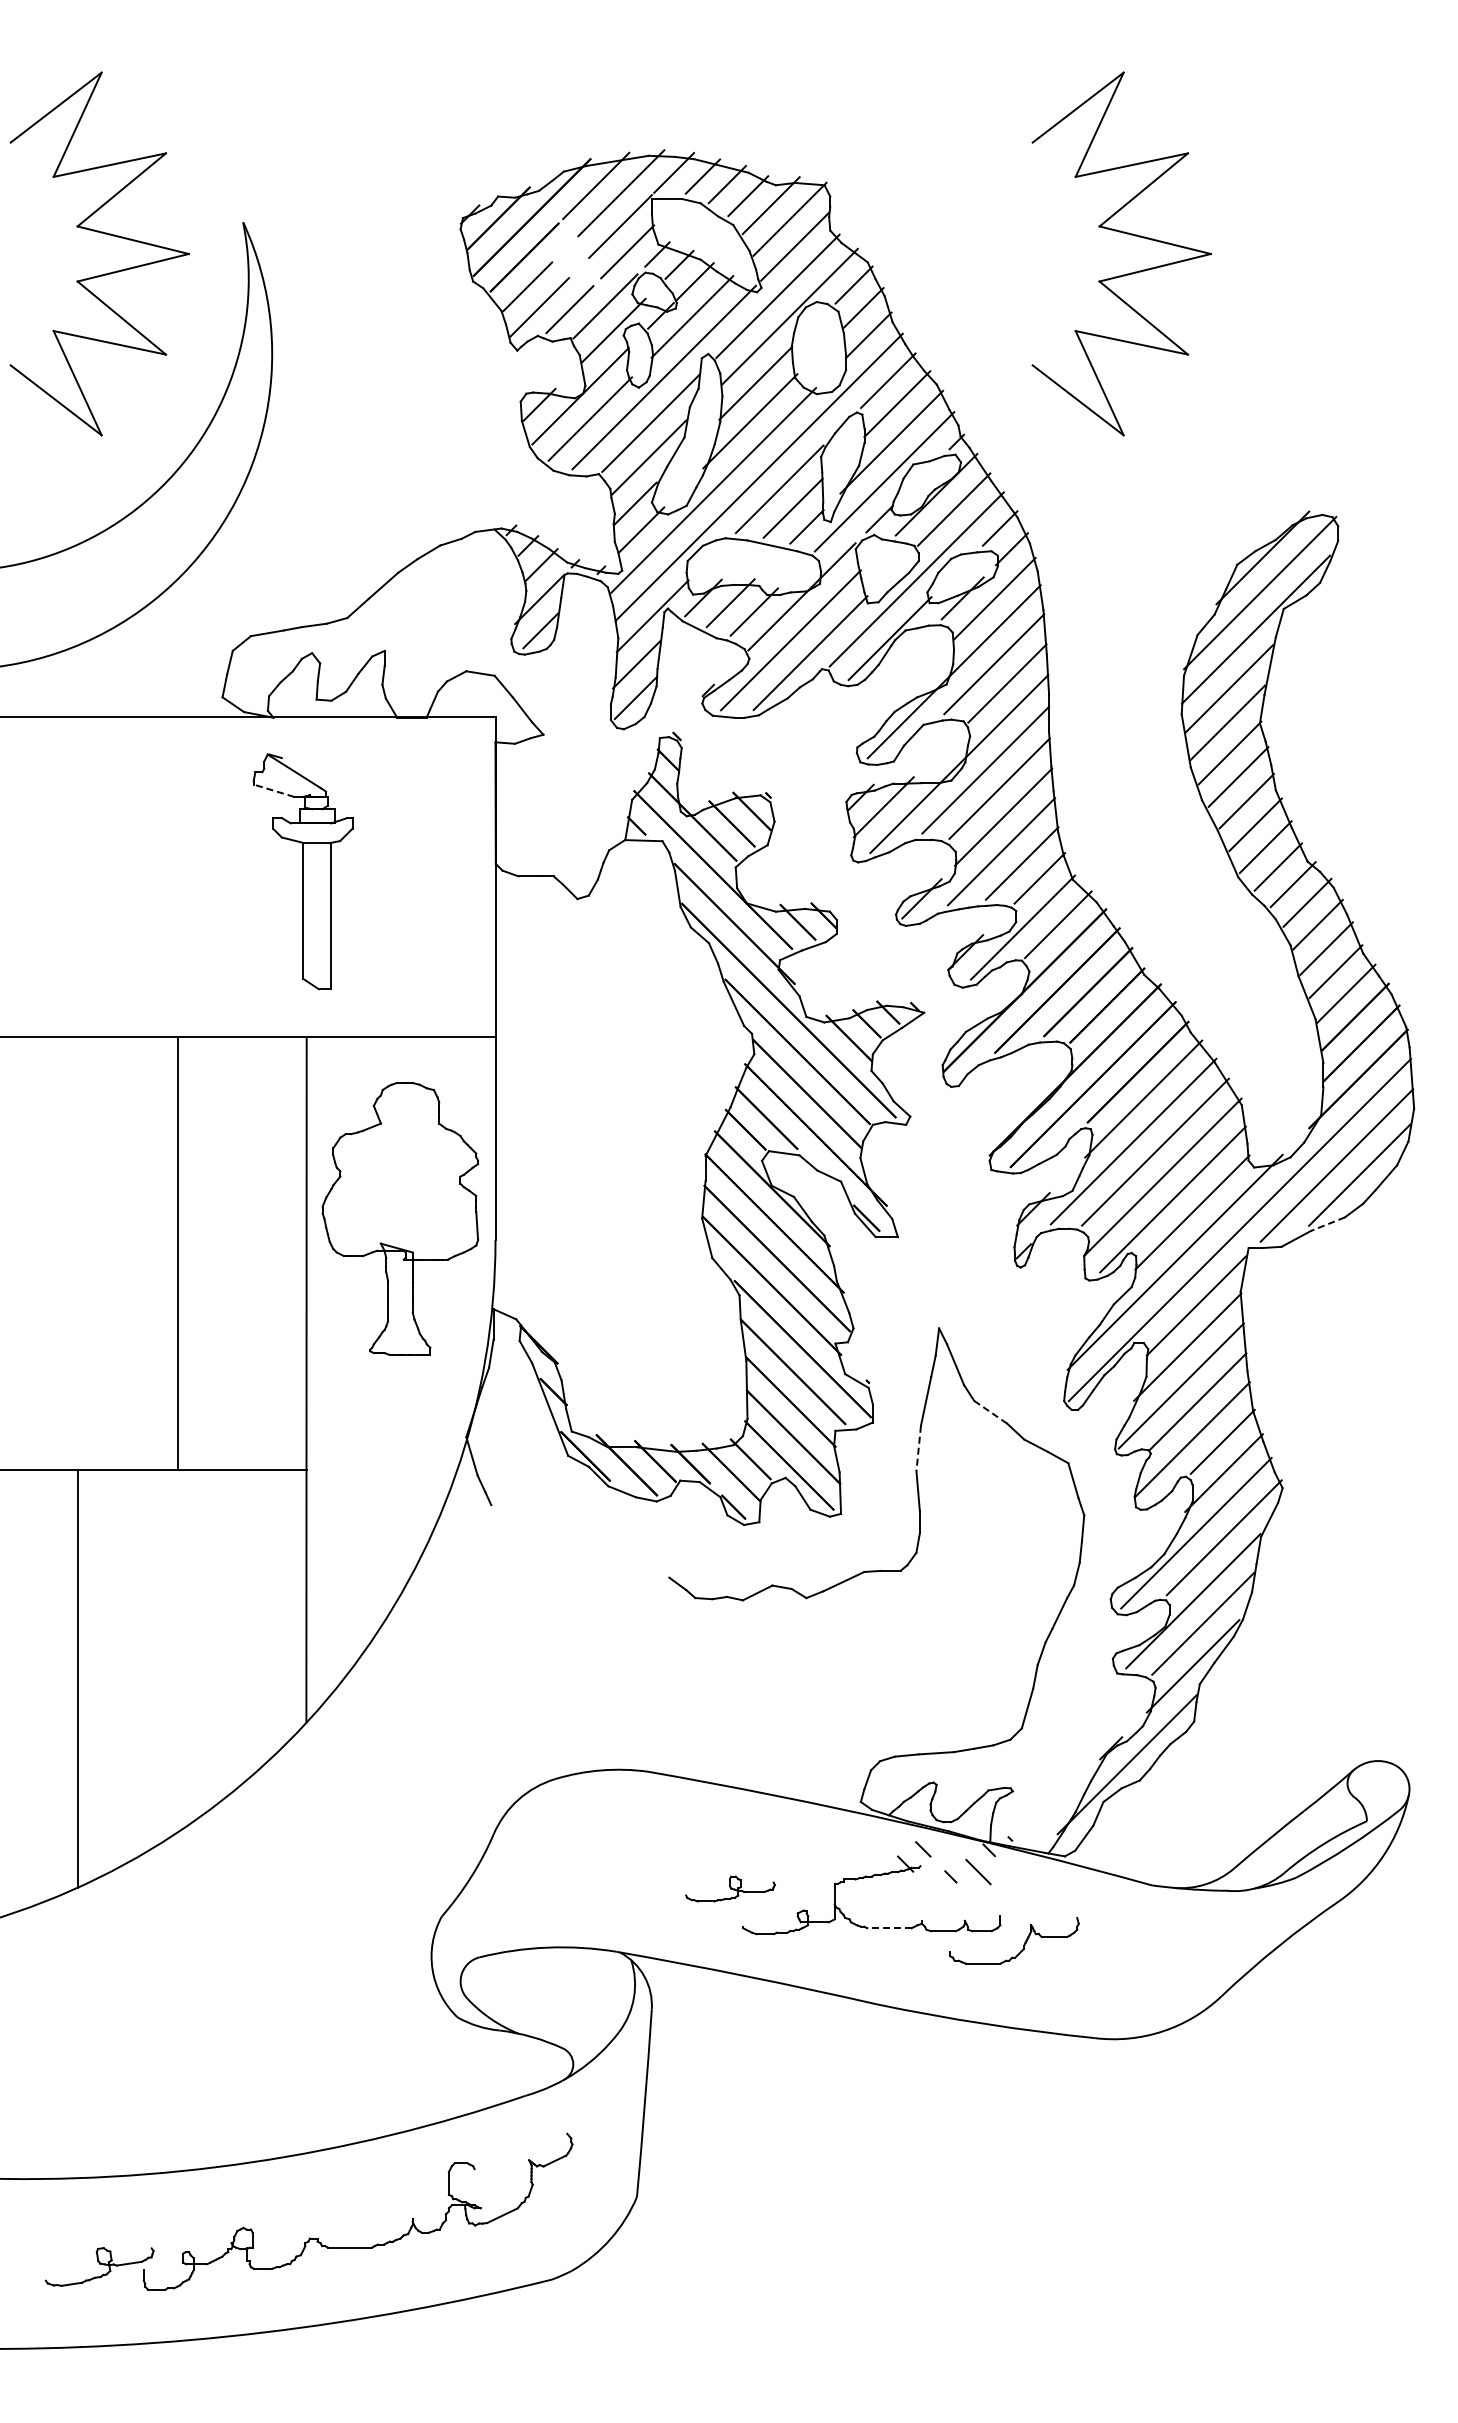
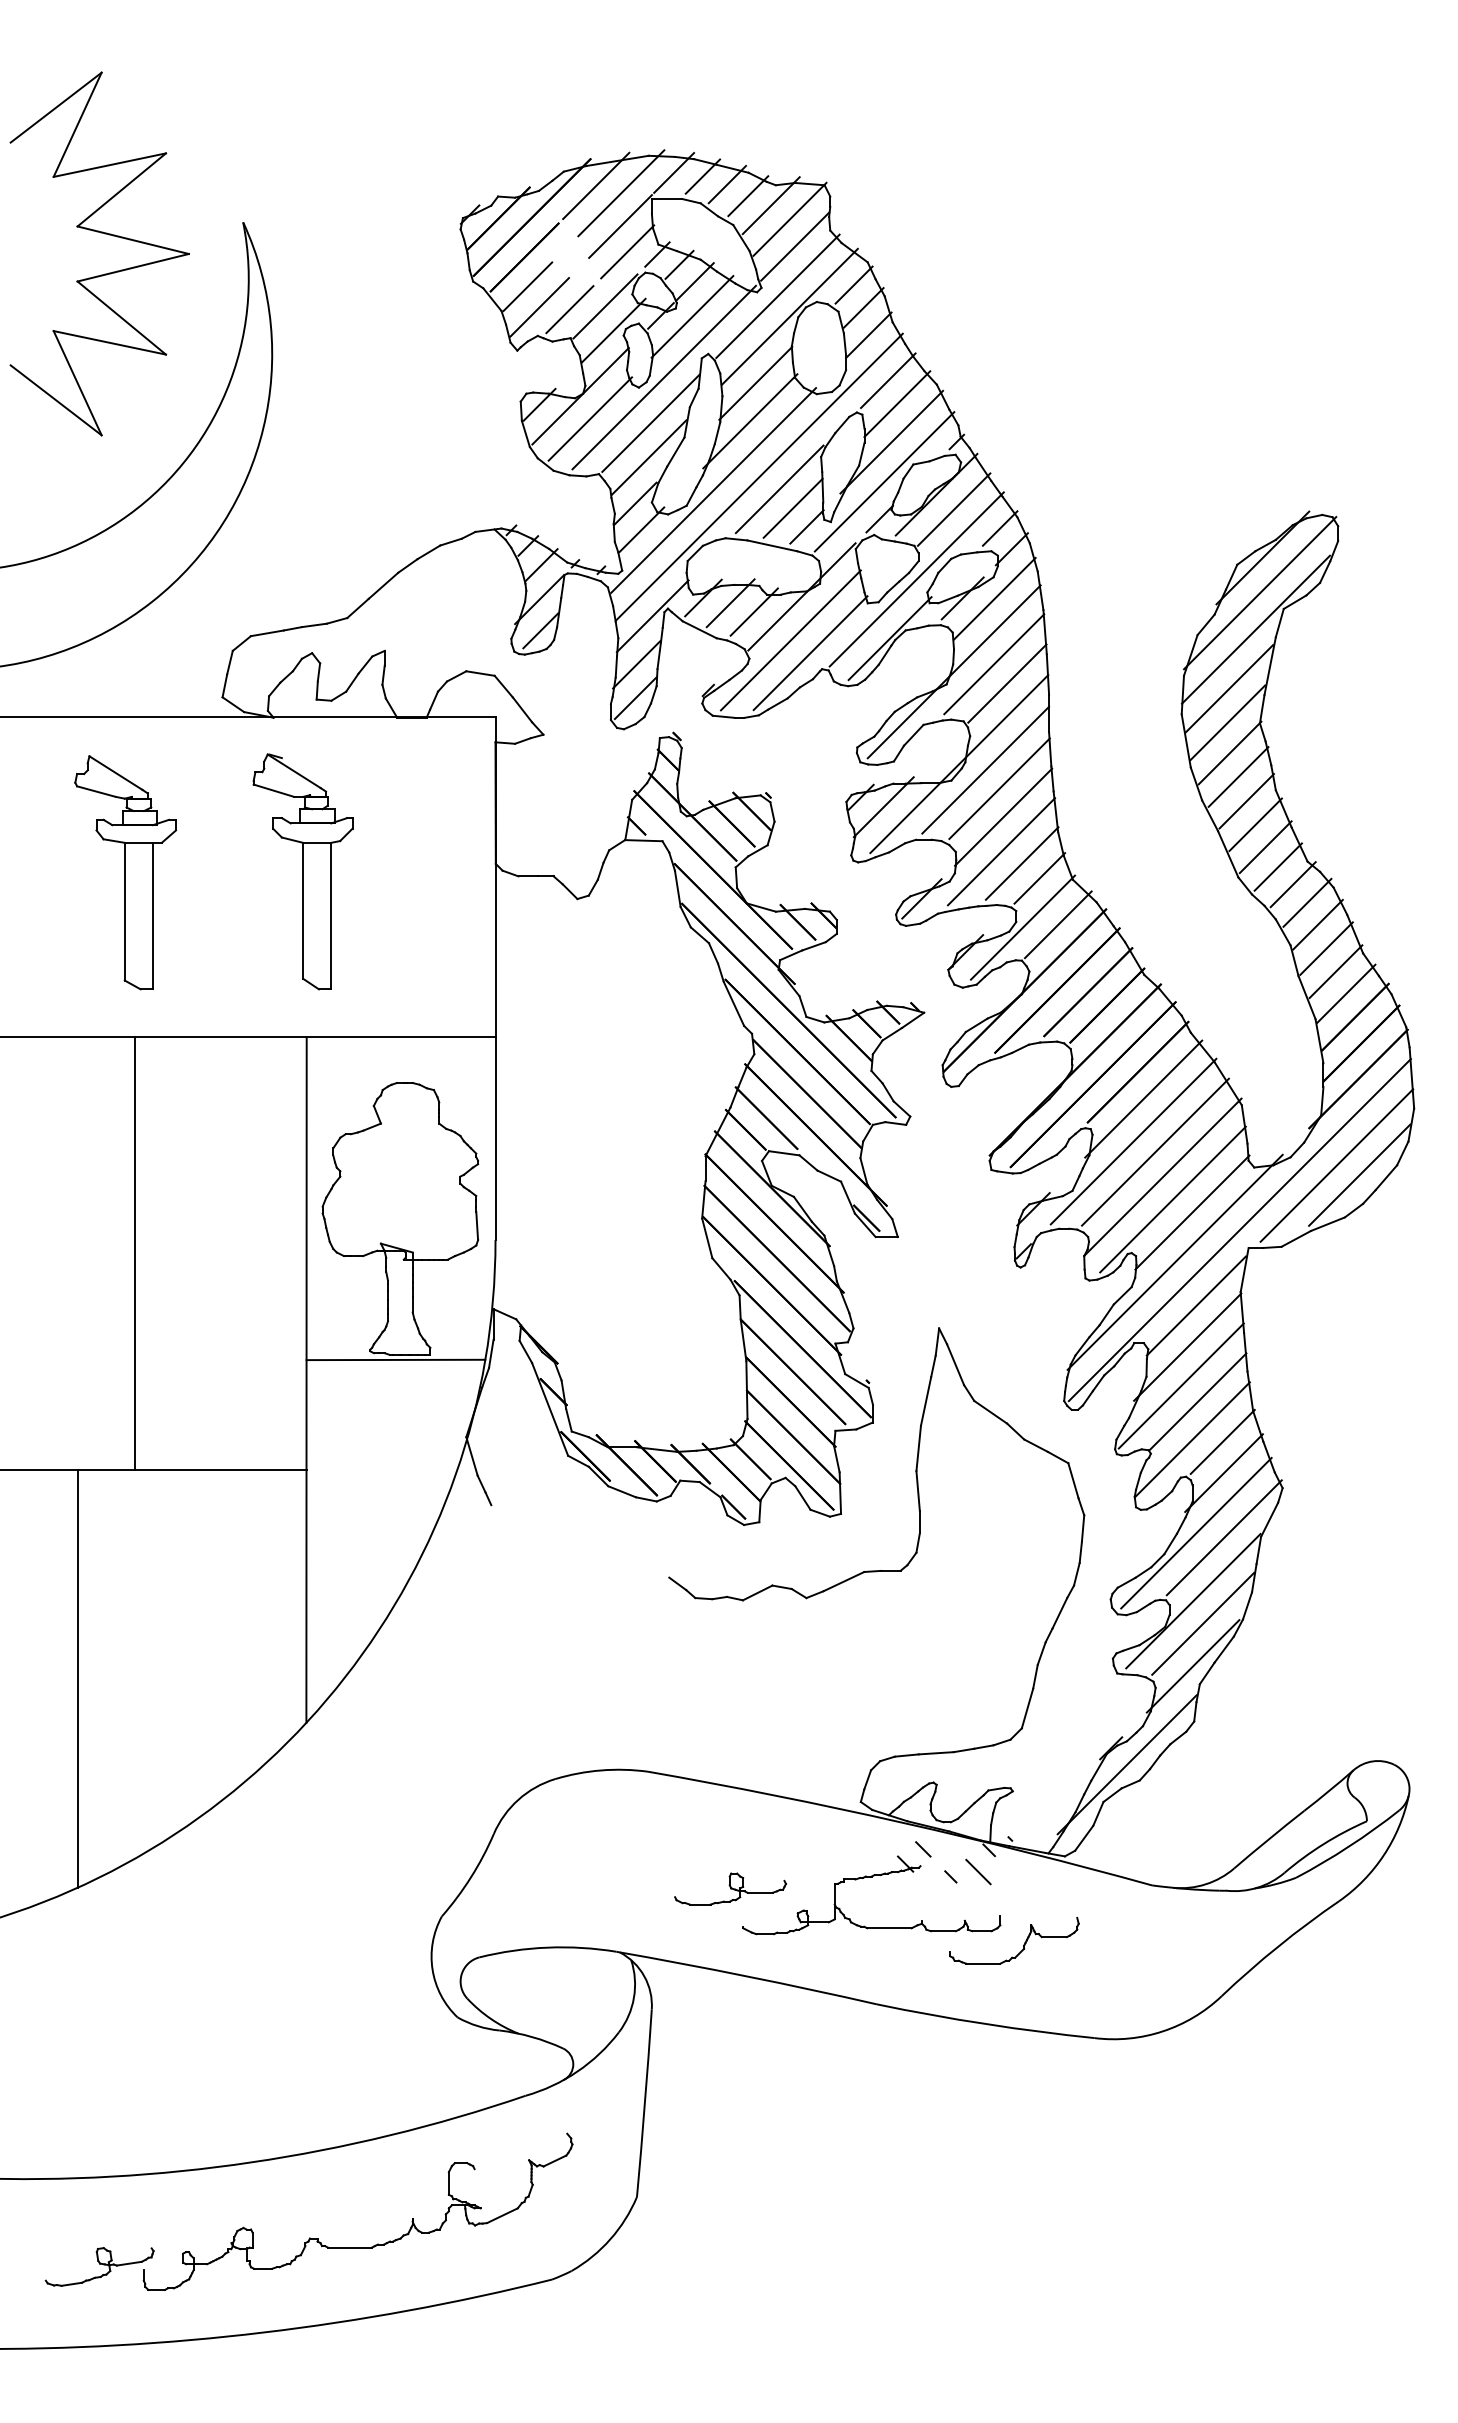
part at (1127, 234): present -> none
line at (273, 790): dashed -> solid
part at (125, 872): none -> present
line at (1327, 1224): dashed -> solid
line at (178, 1253) position: (178, 1253) -> (135, 1253)
line at (395, 1359): none -> present
line at (990, 1412): dashed -> solid
line at (918, 1448): dashed -> solid
part at (730, 1888) size: 91x28 px -> 113x34 px
line at (888, 1928): dashed -> solid
